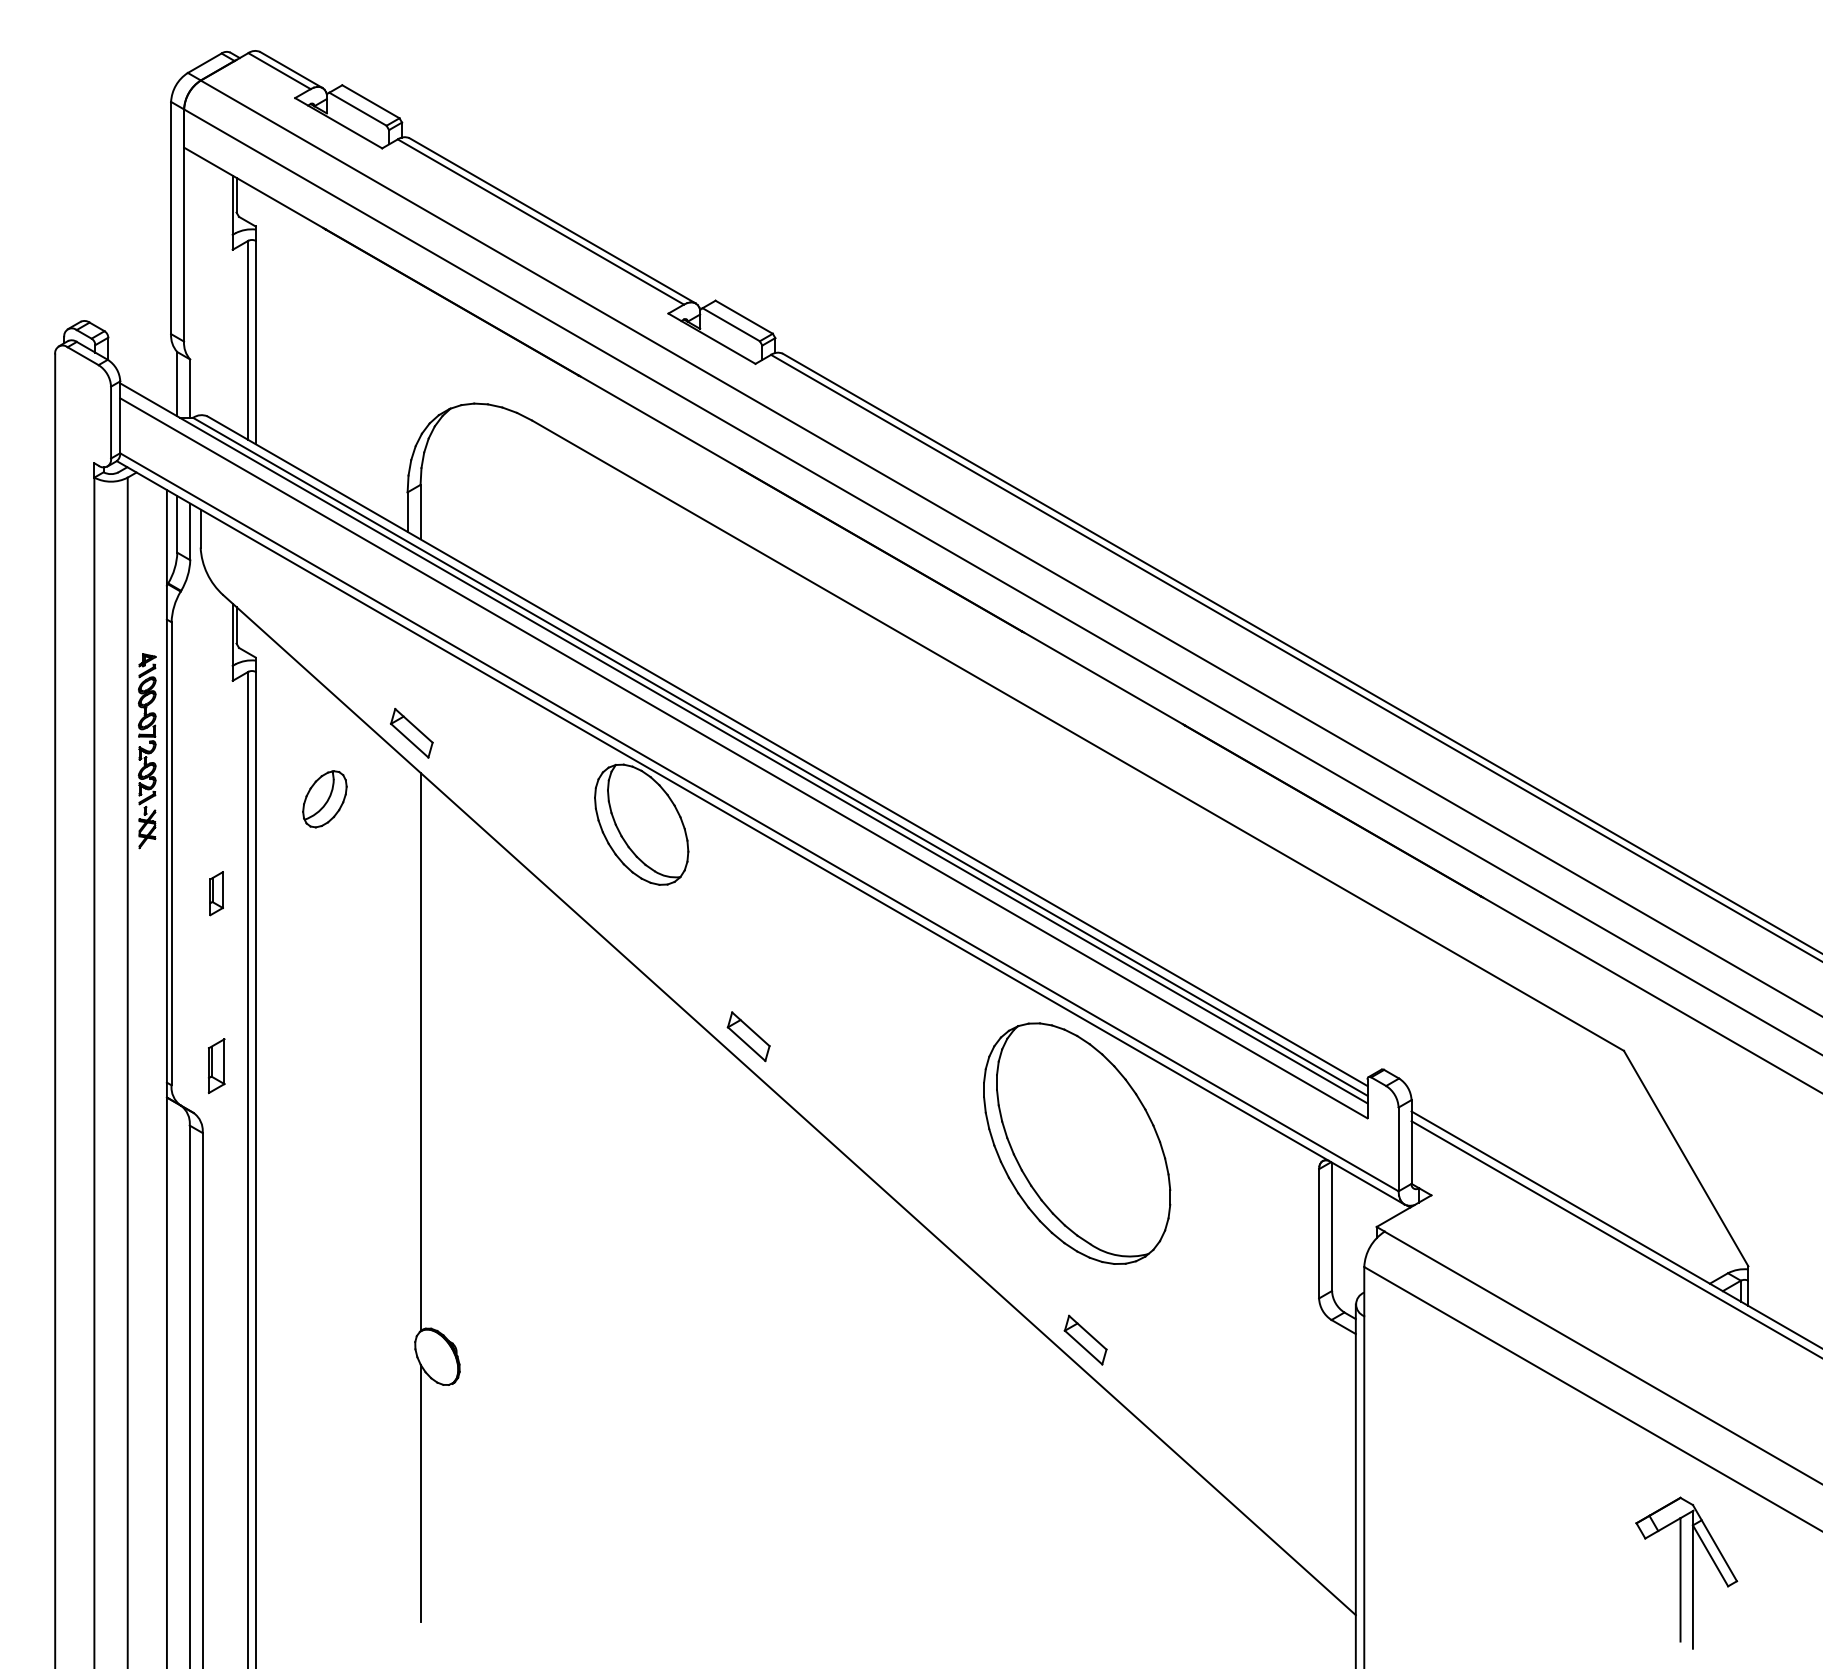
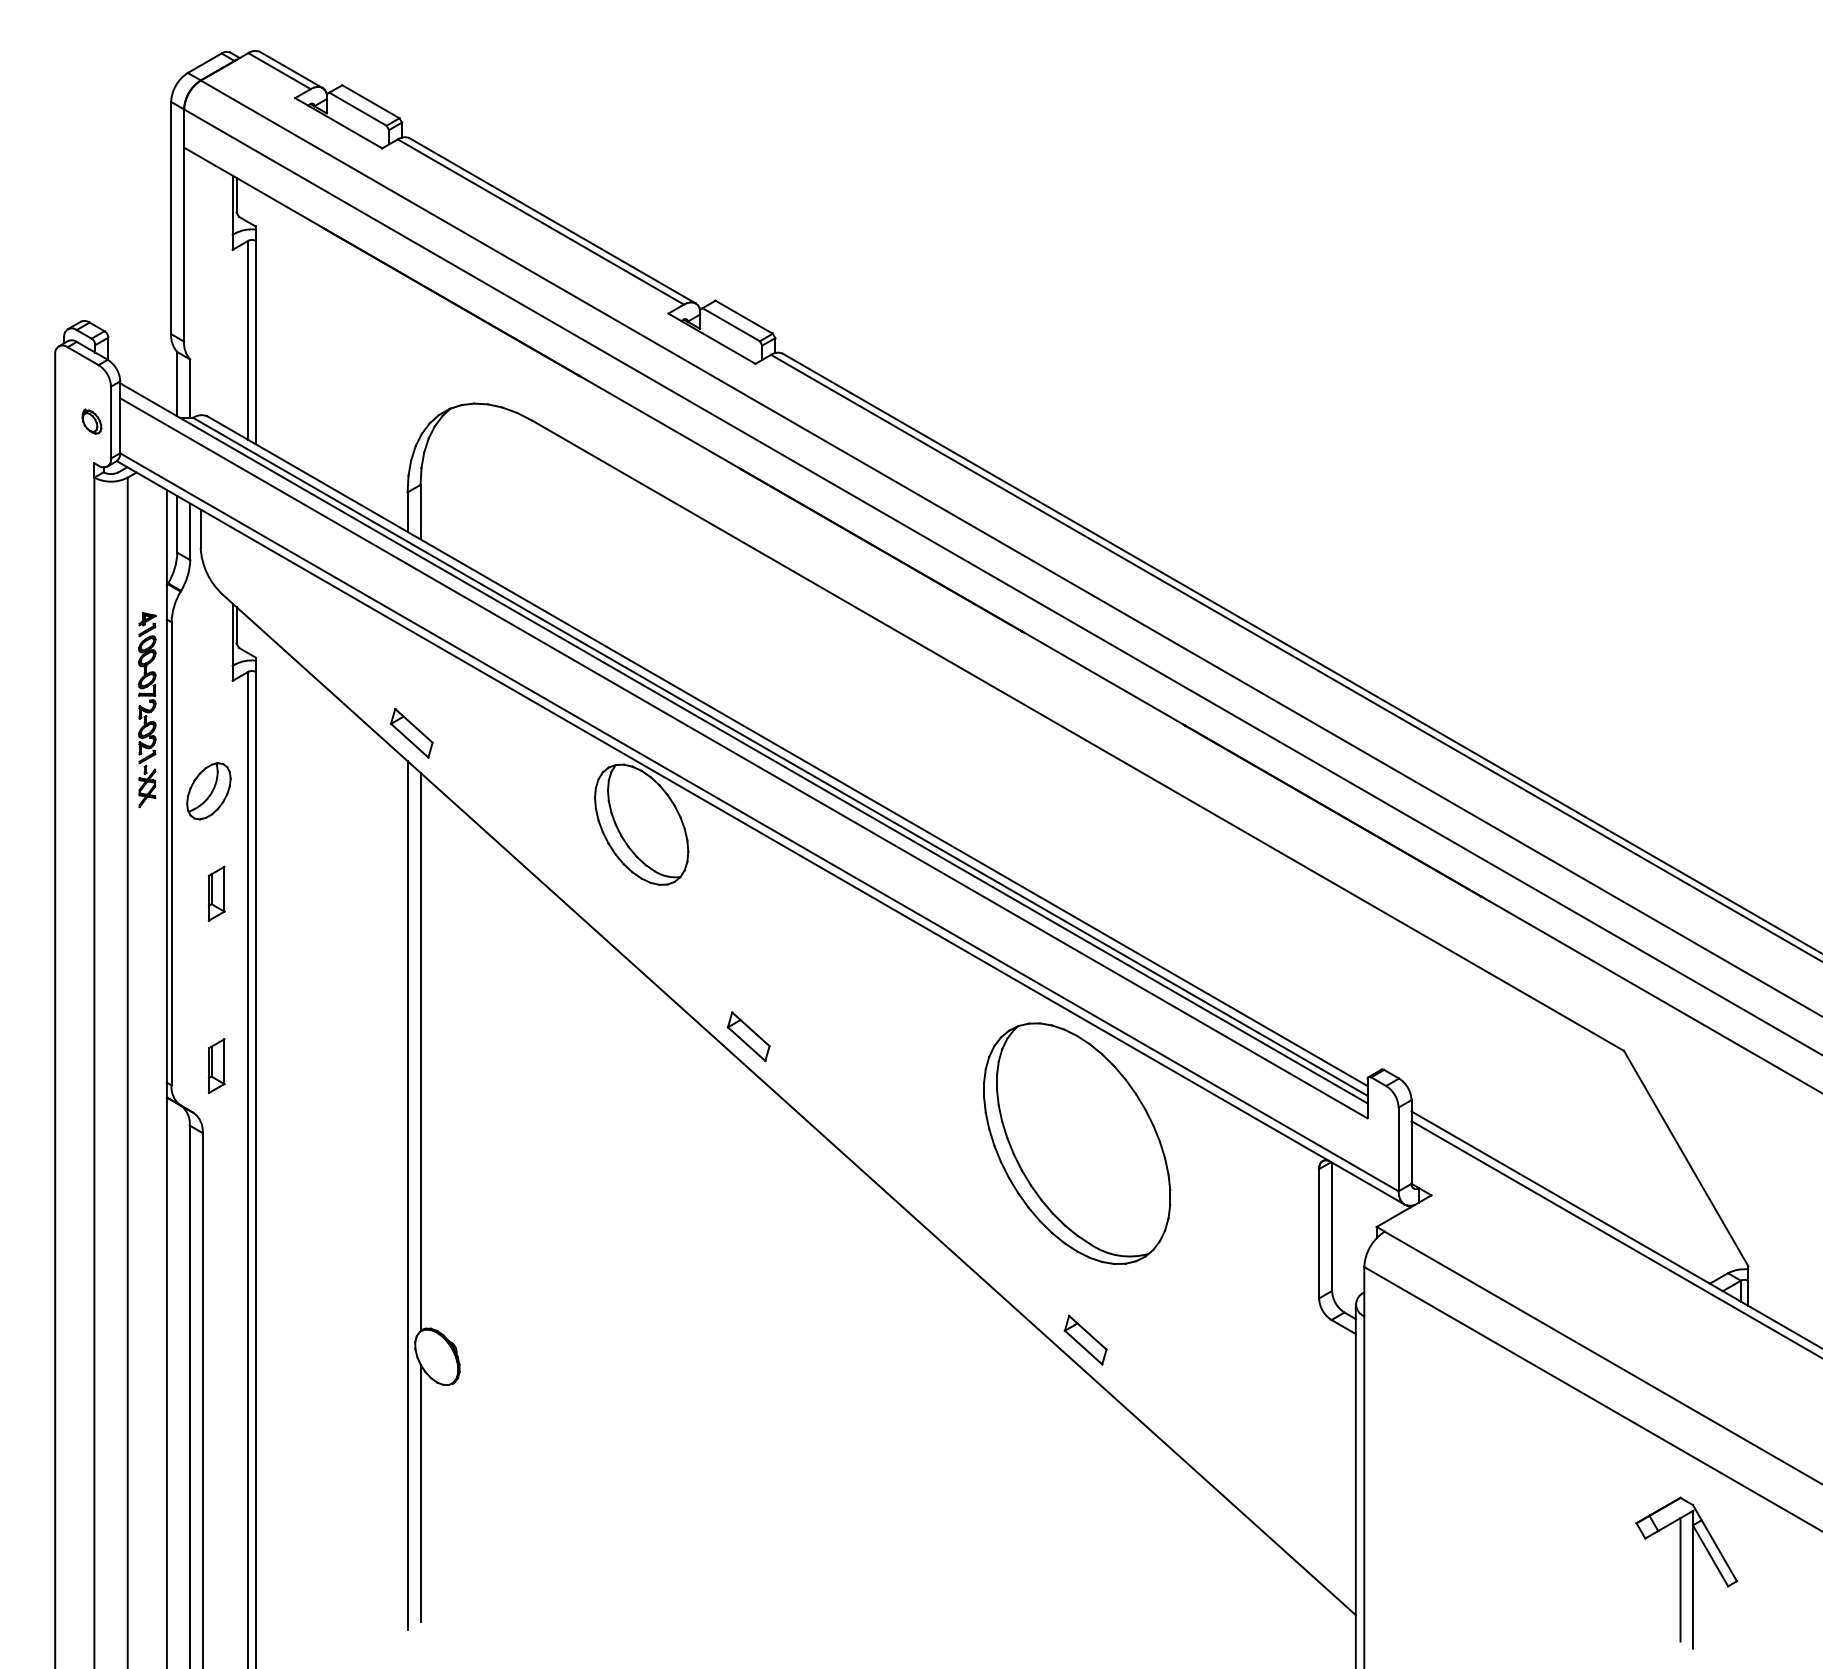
part at (91, 421): none -> present
part at (146, 751) position: (146, 751) -> (146, 710)
part at (324, 799) position: (324, 799) -> (208, 791)
part at (216, 893) size: 15x46 px -> 19x57 px
line at (407, 1195): none -> present
